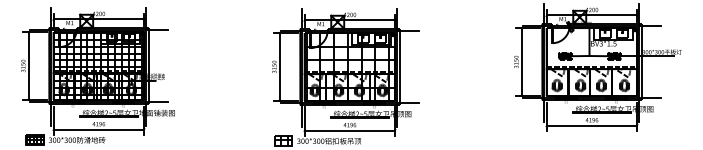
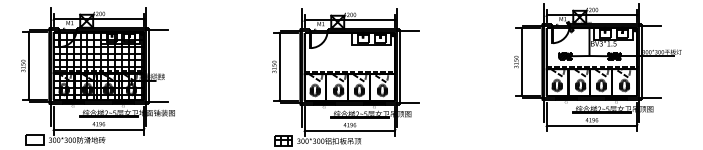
hatch at (349, 67): present -> none
hatch at (35, 139): present -> none
